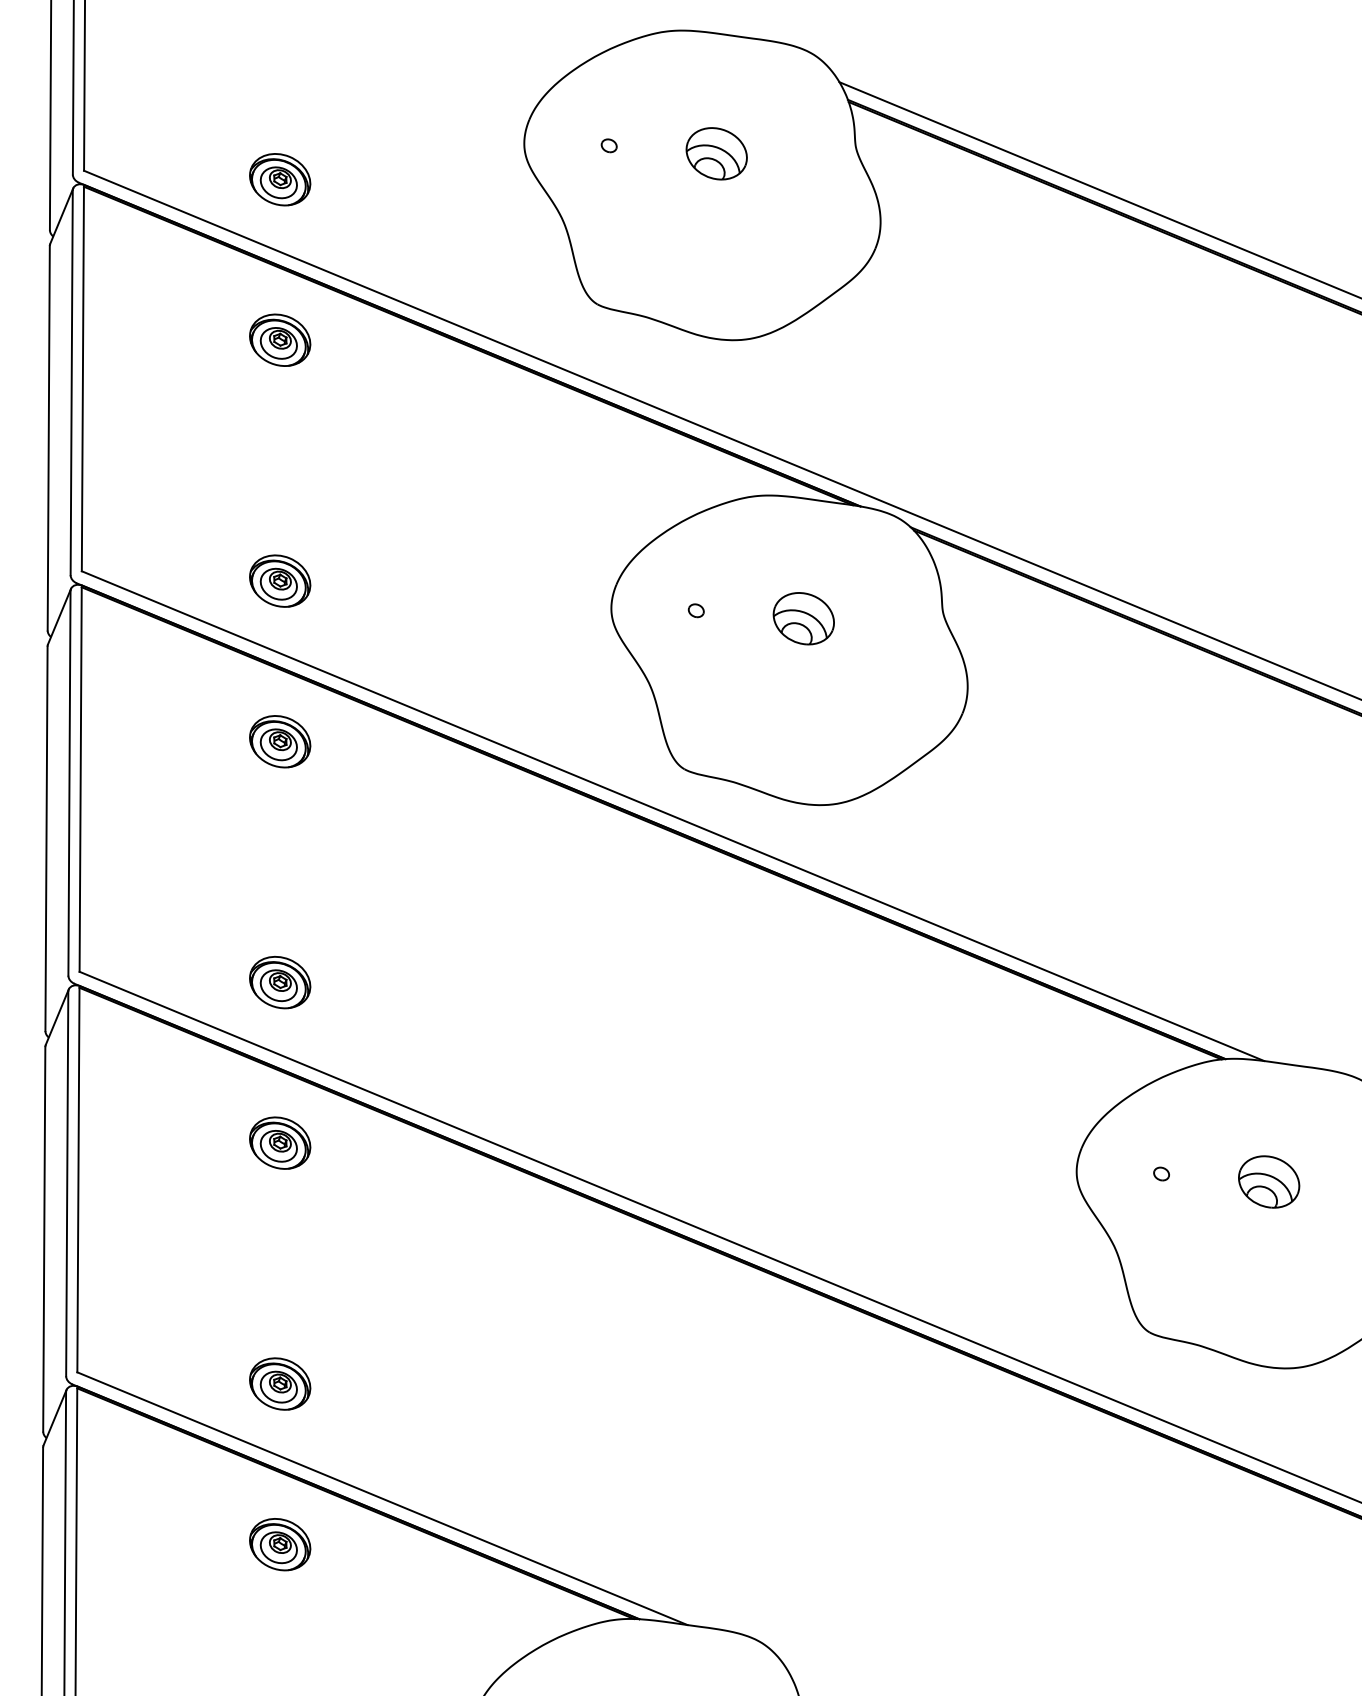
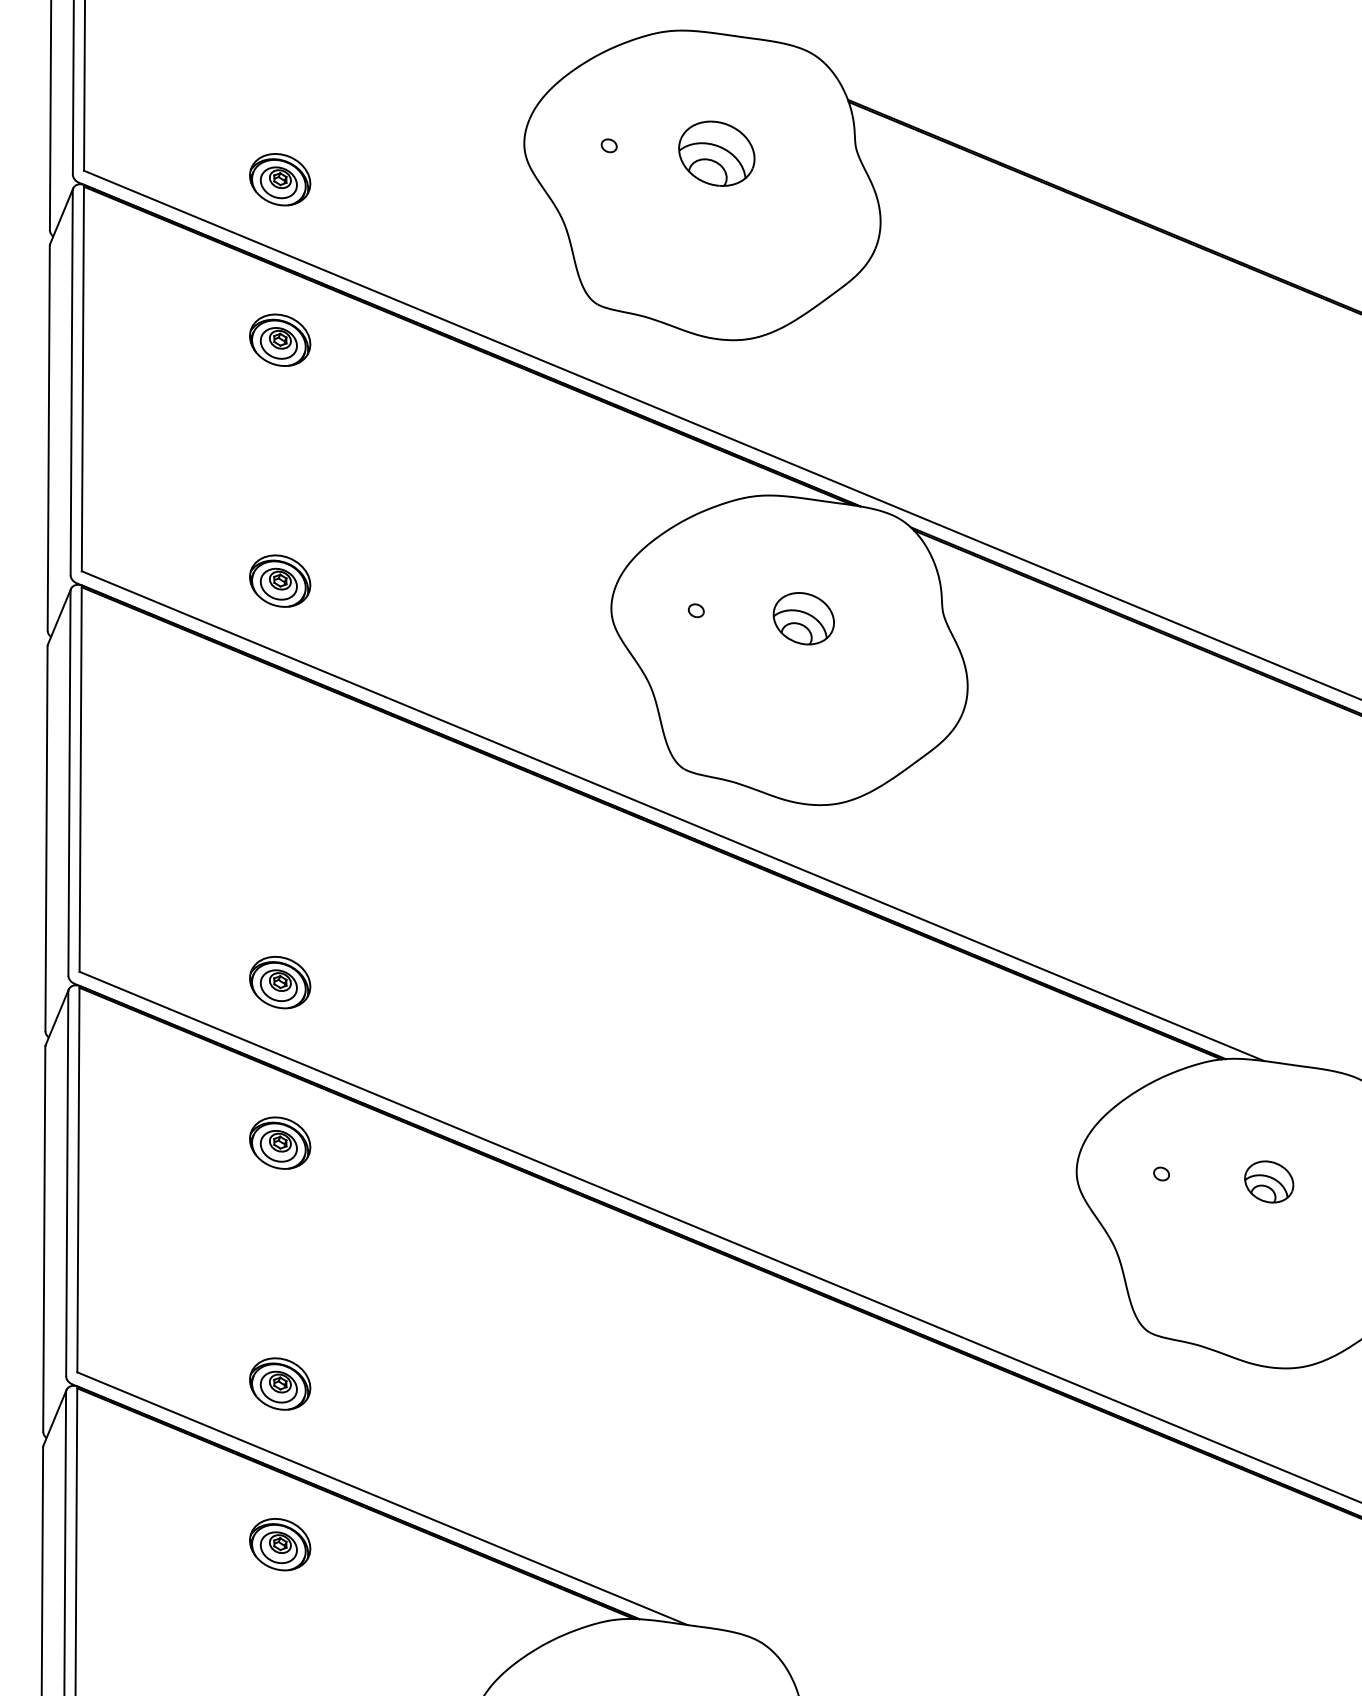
part at (716, 153) size: 63x54 px -> 78x67 px
line at (1098, 189): present -> none
part at (280, 741): present -> none
part at (1269, 1181) size: 63x54 px -> 51x44 px
